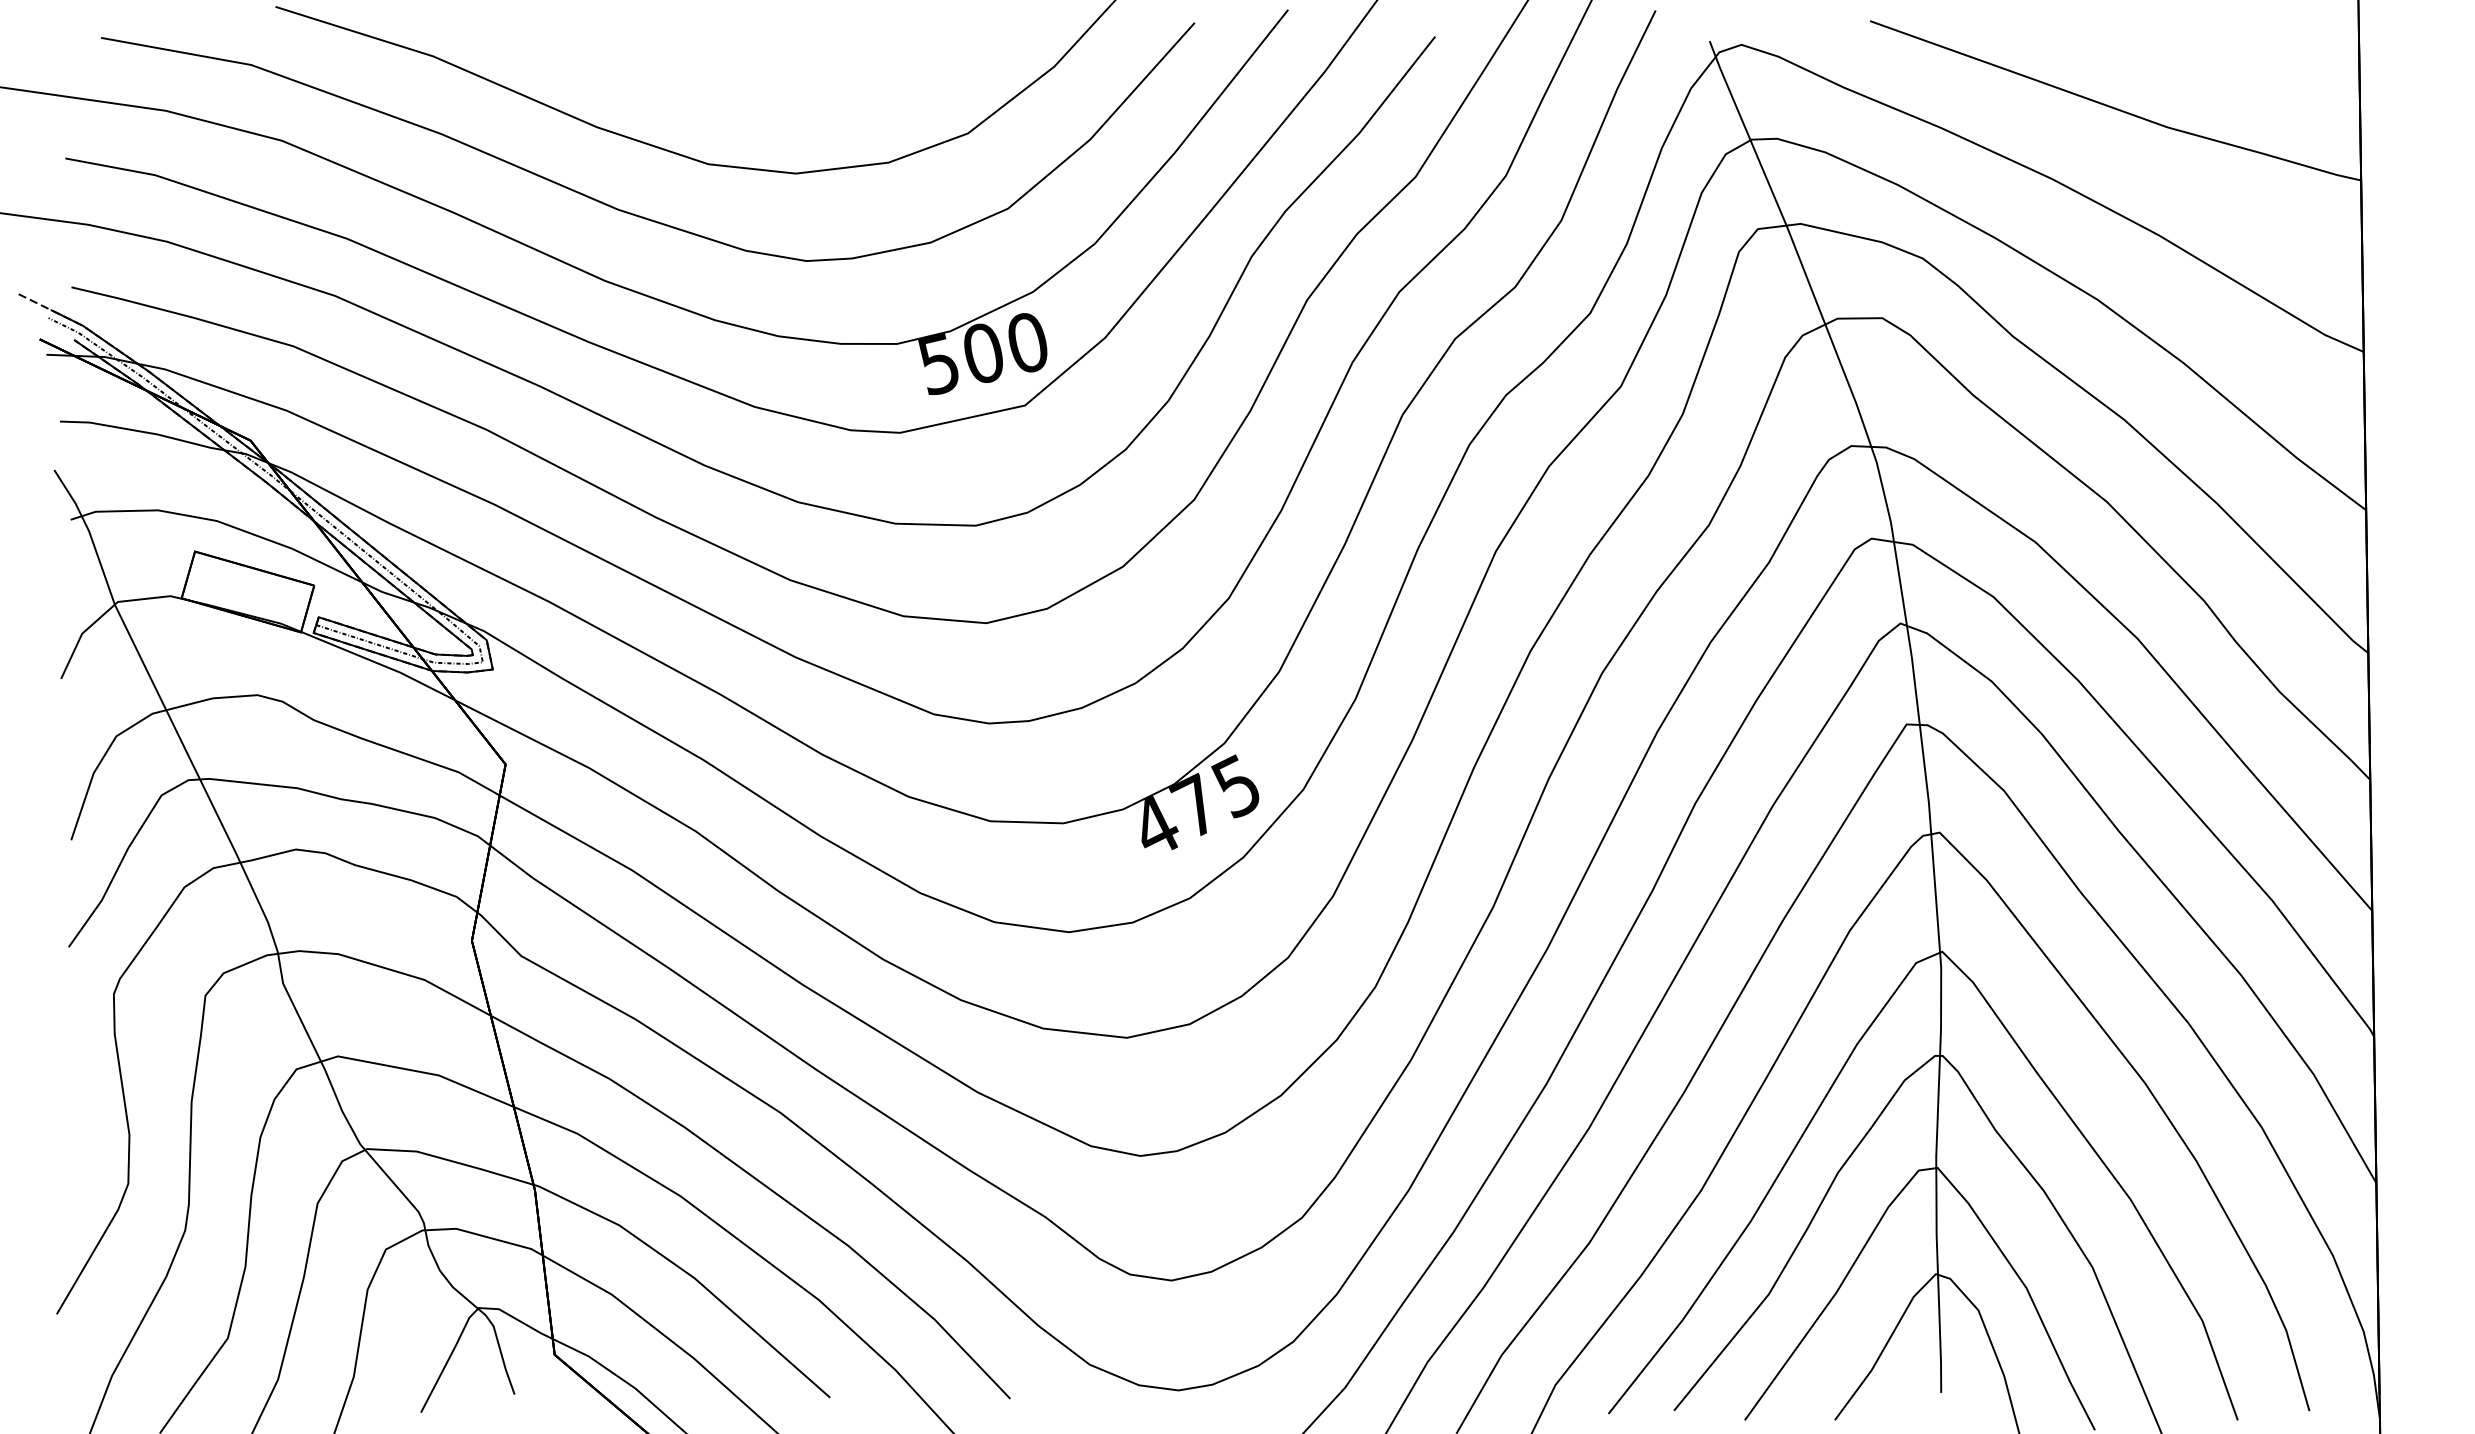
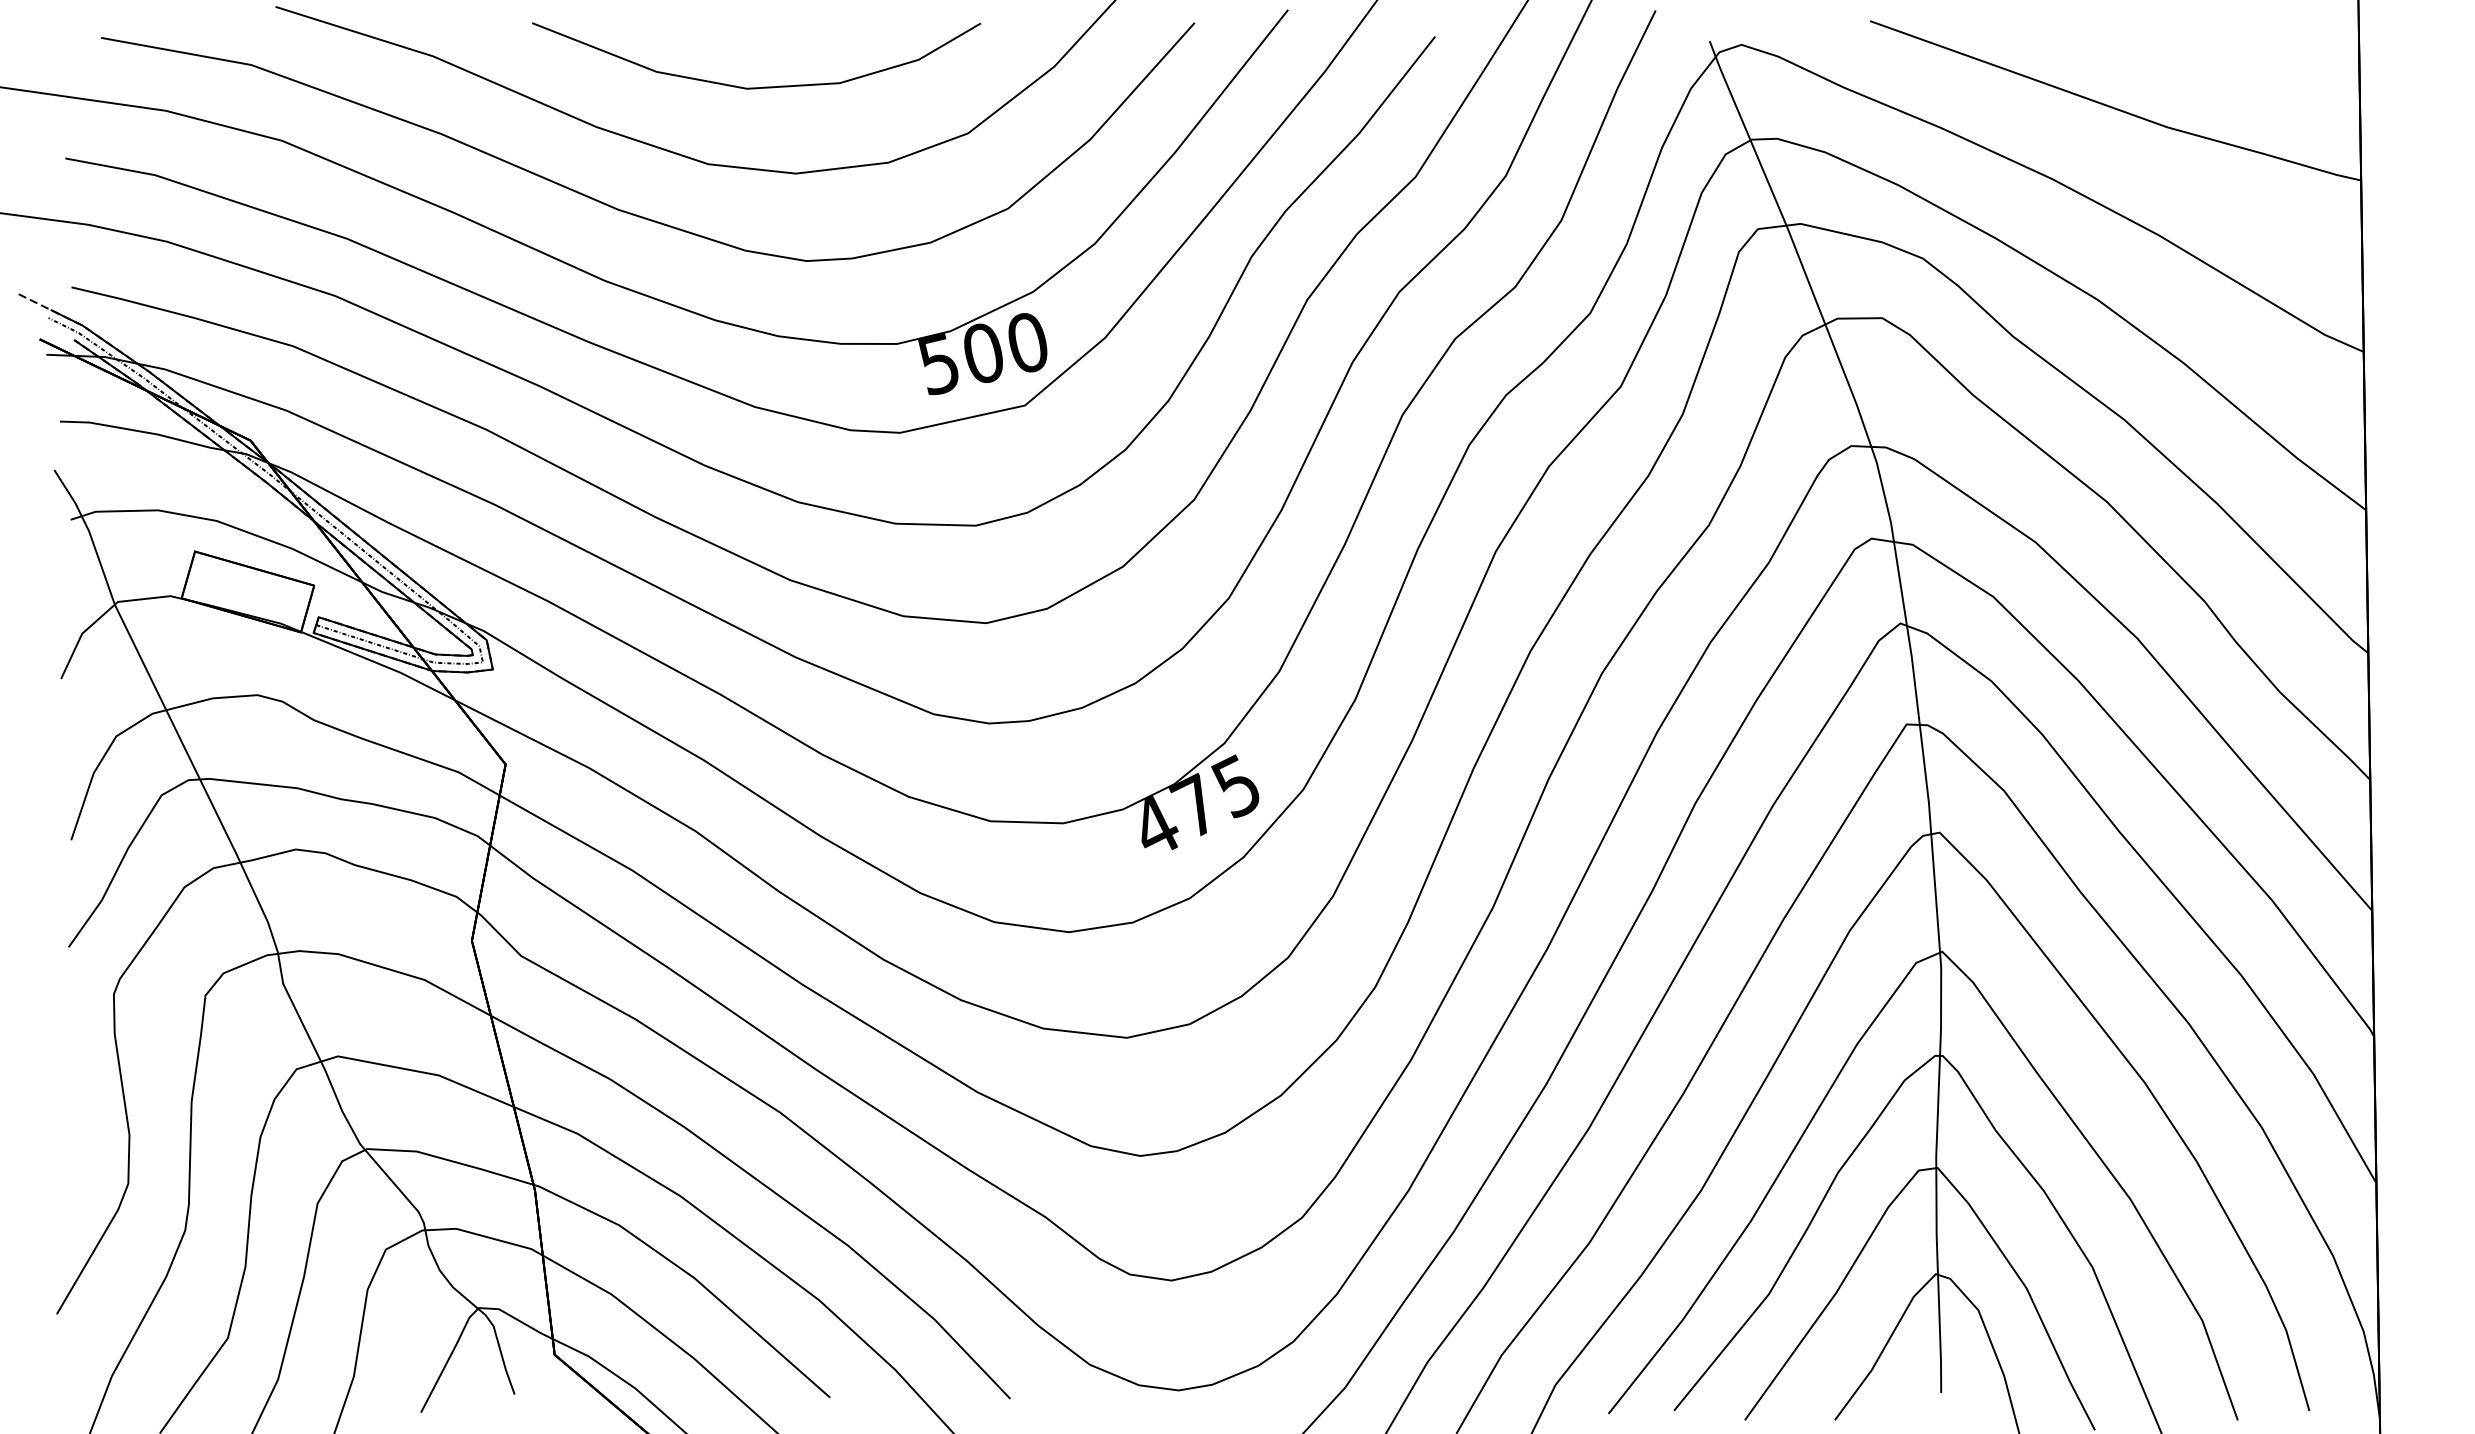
curve at (763, 86): none -> present
